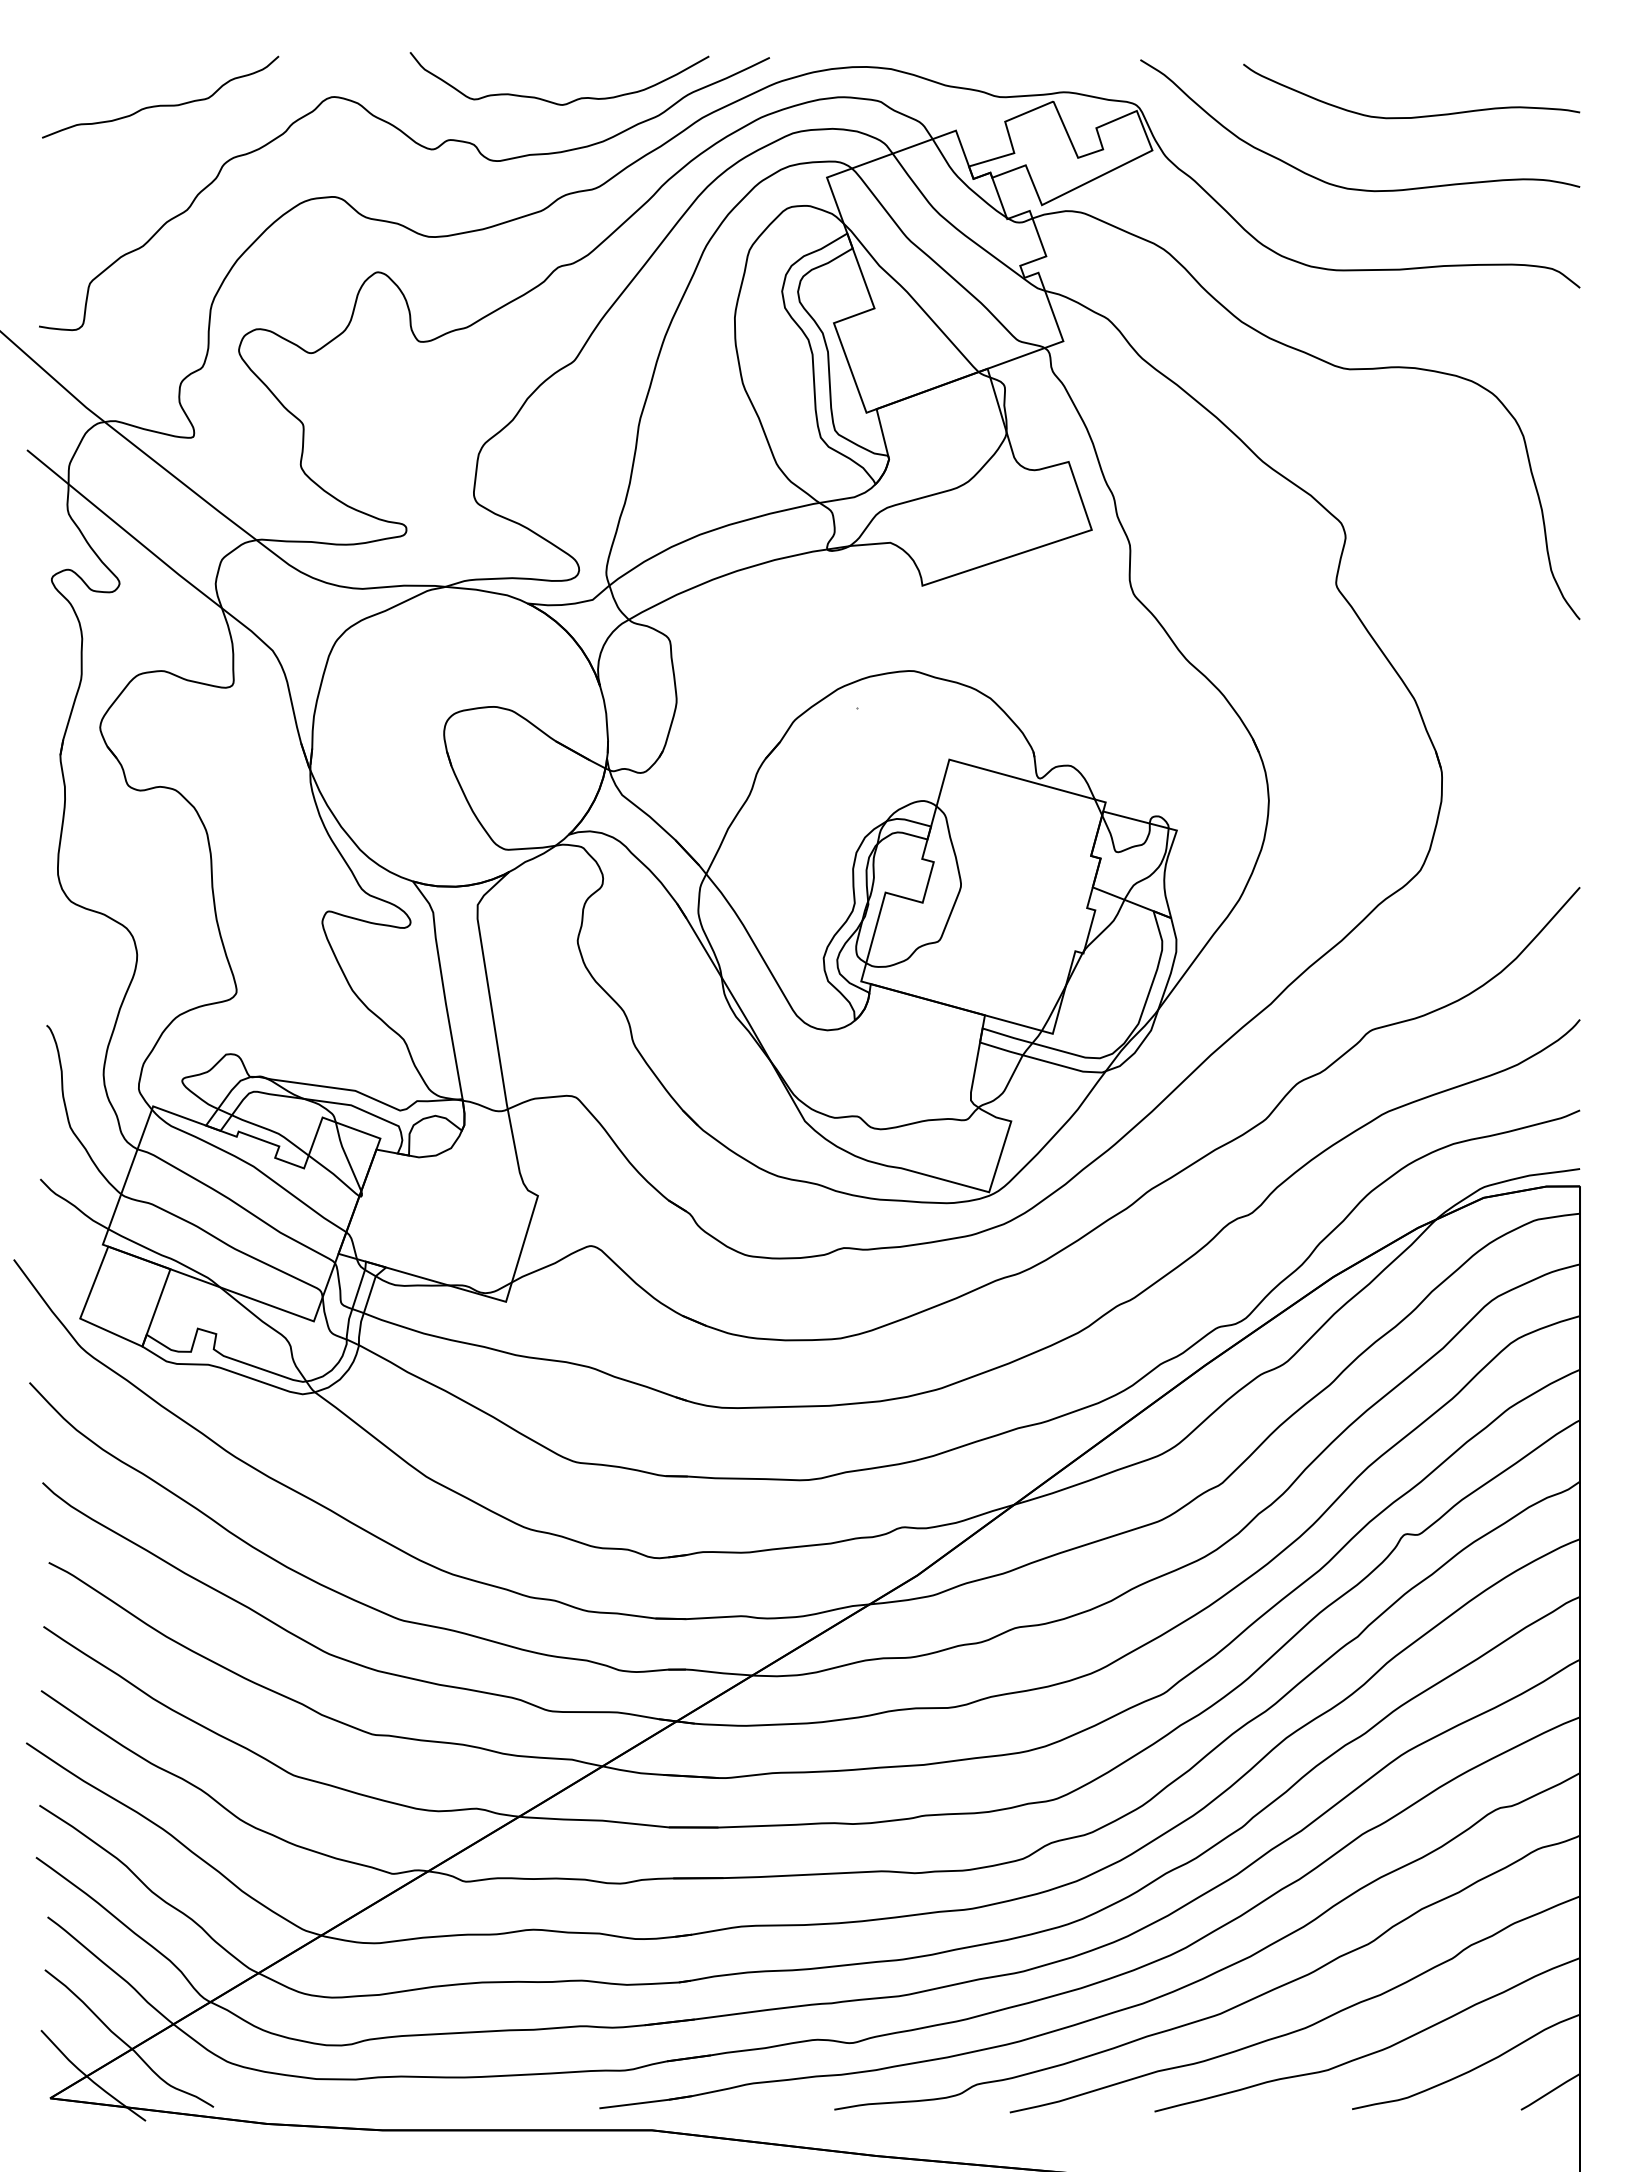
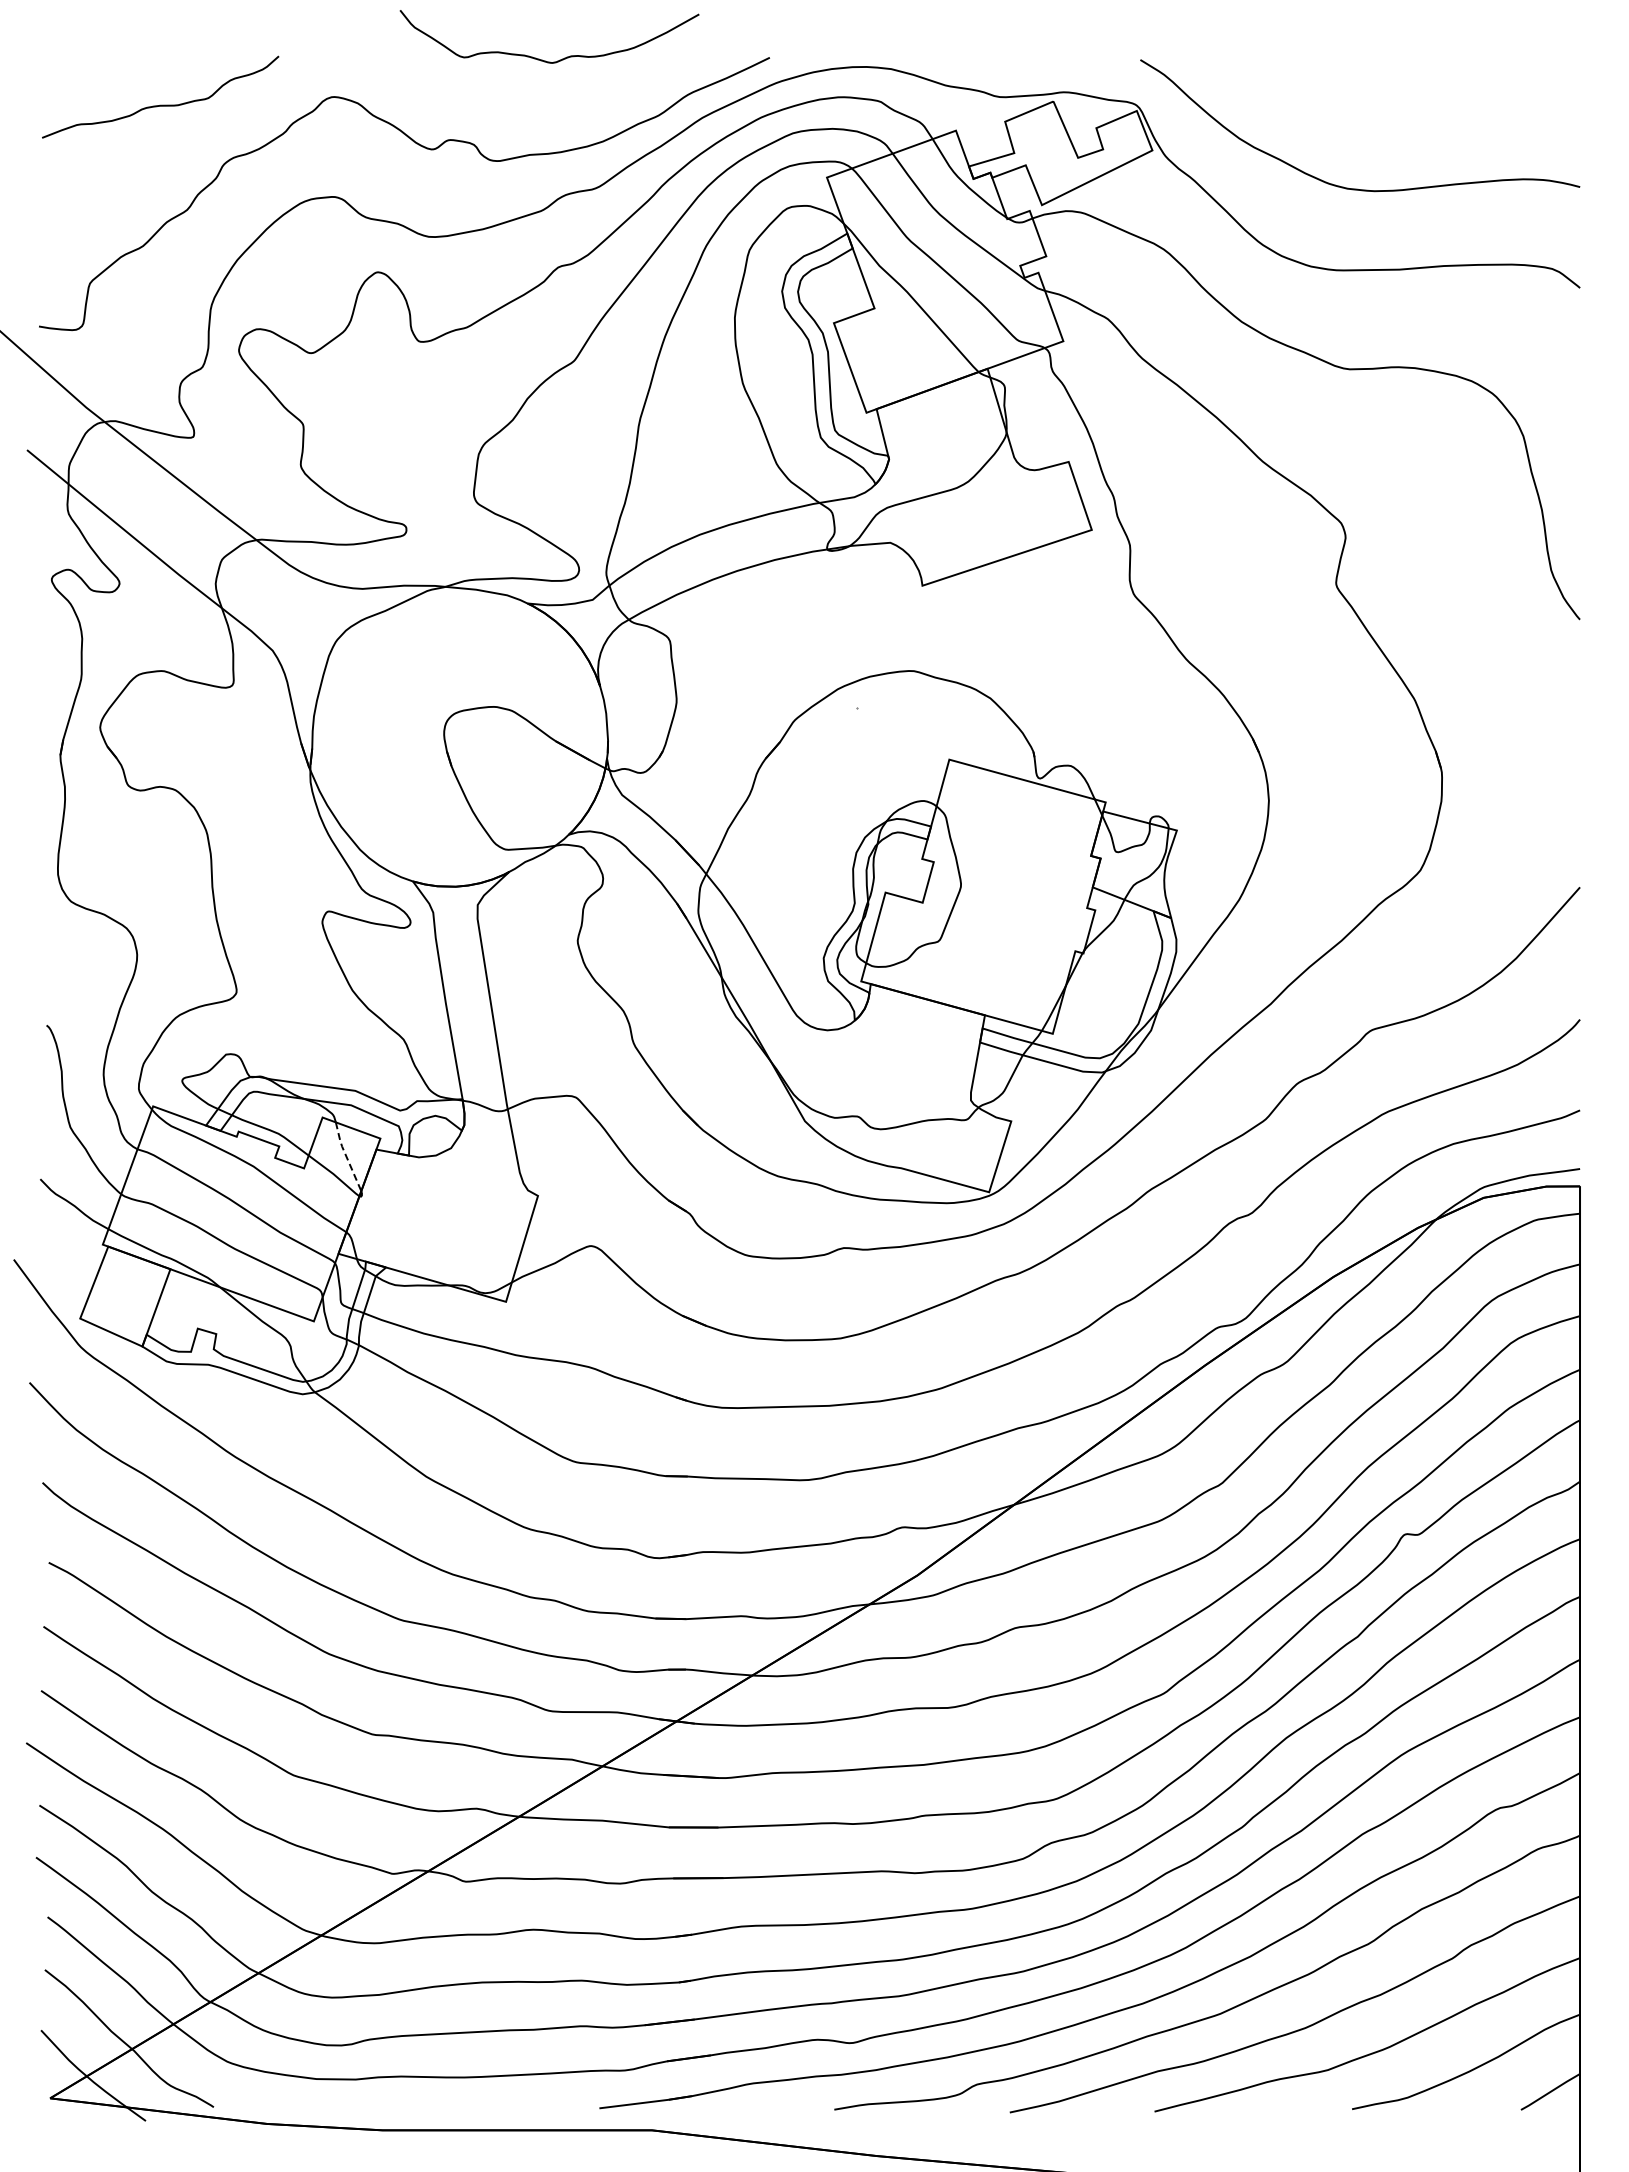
curve at (552, 101) position: (552, 101) -> (542, 59)
curve at (1412, 116): present -> none
line at (346, 1155): solid -> dashed
